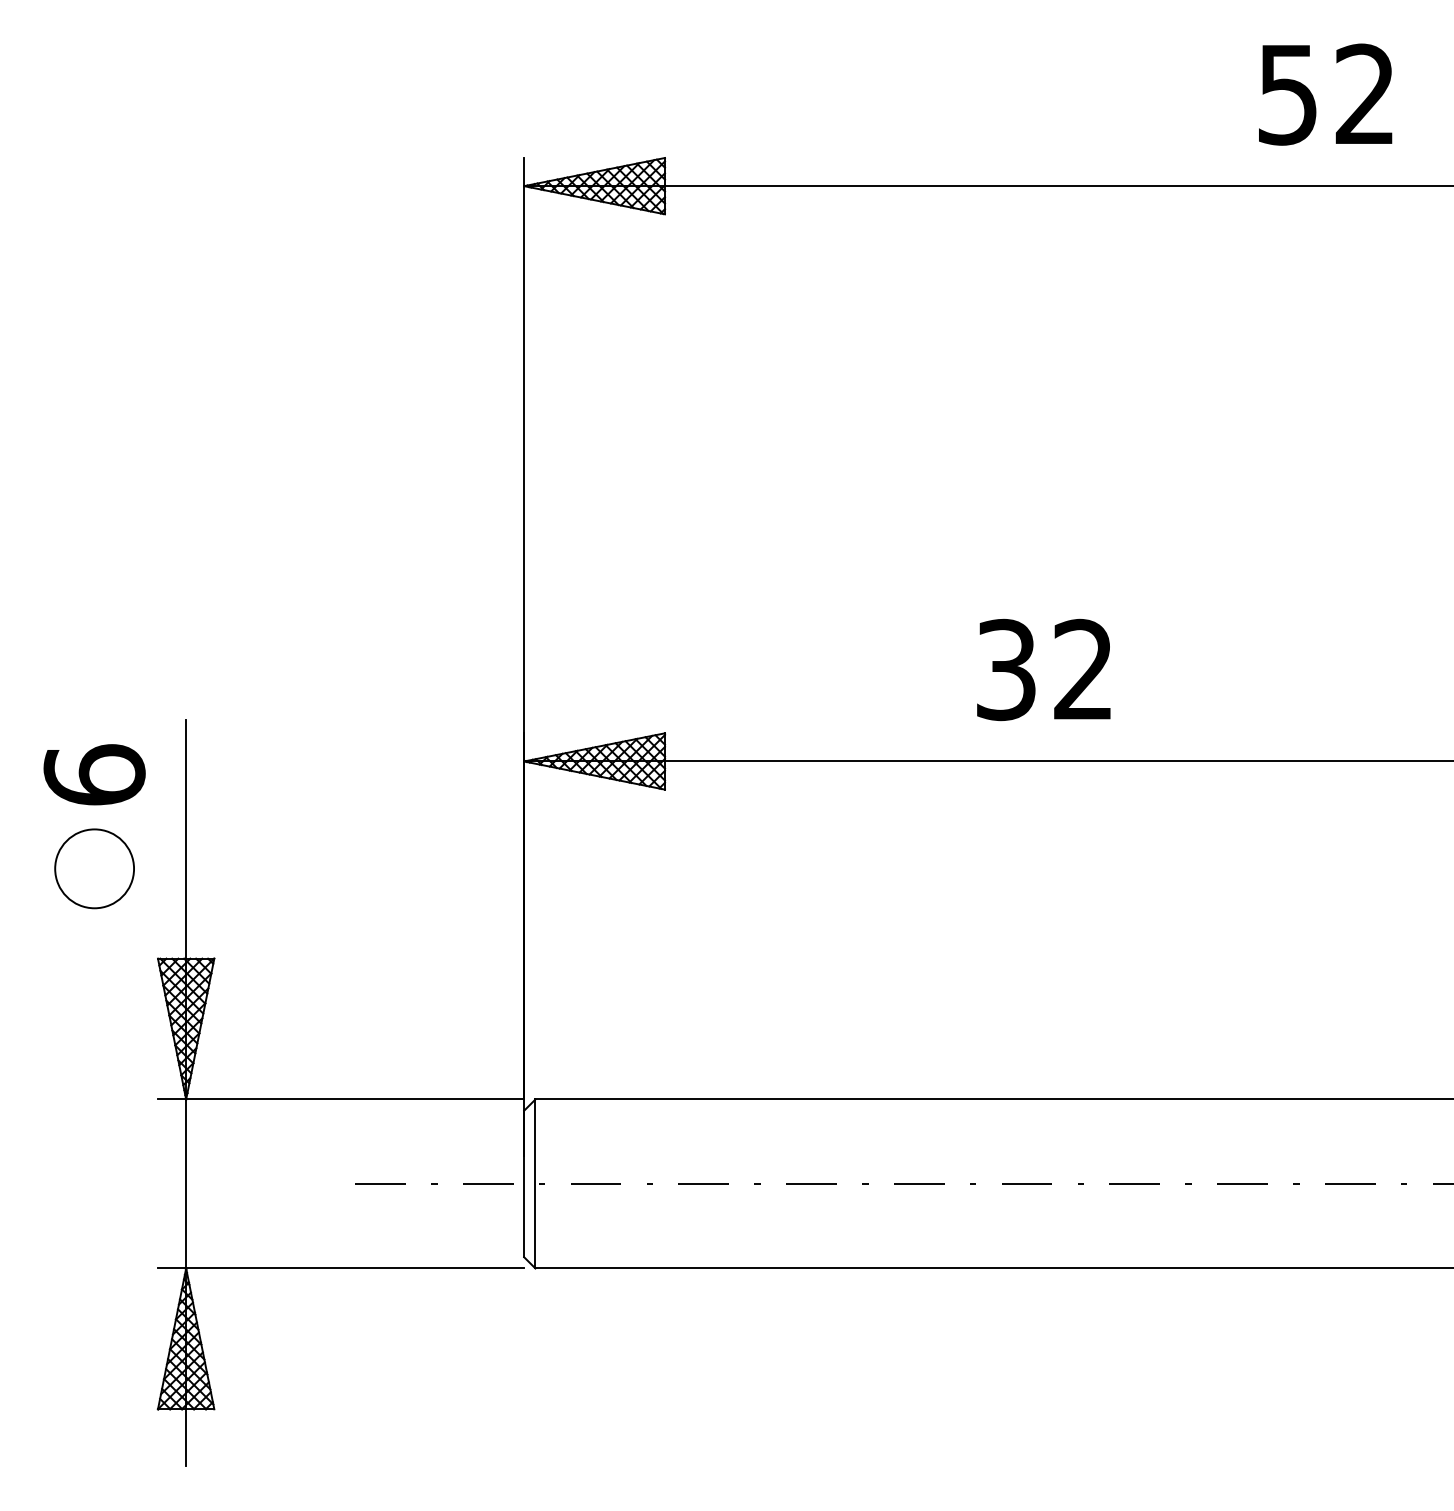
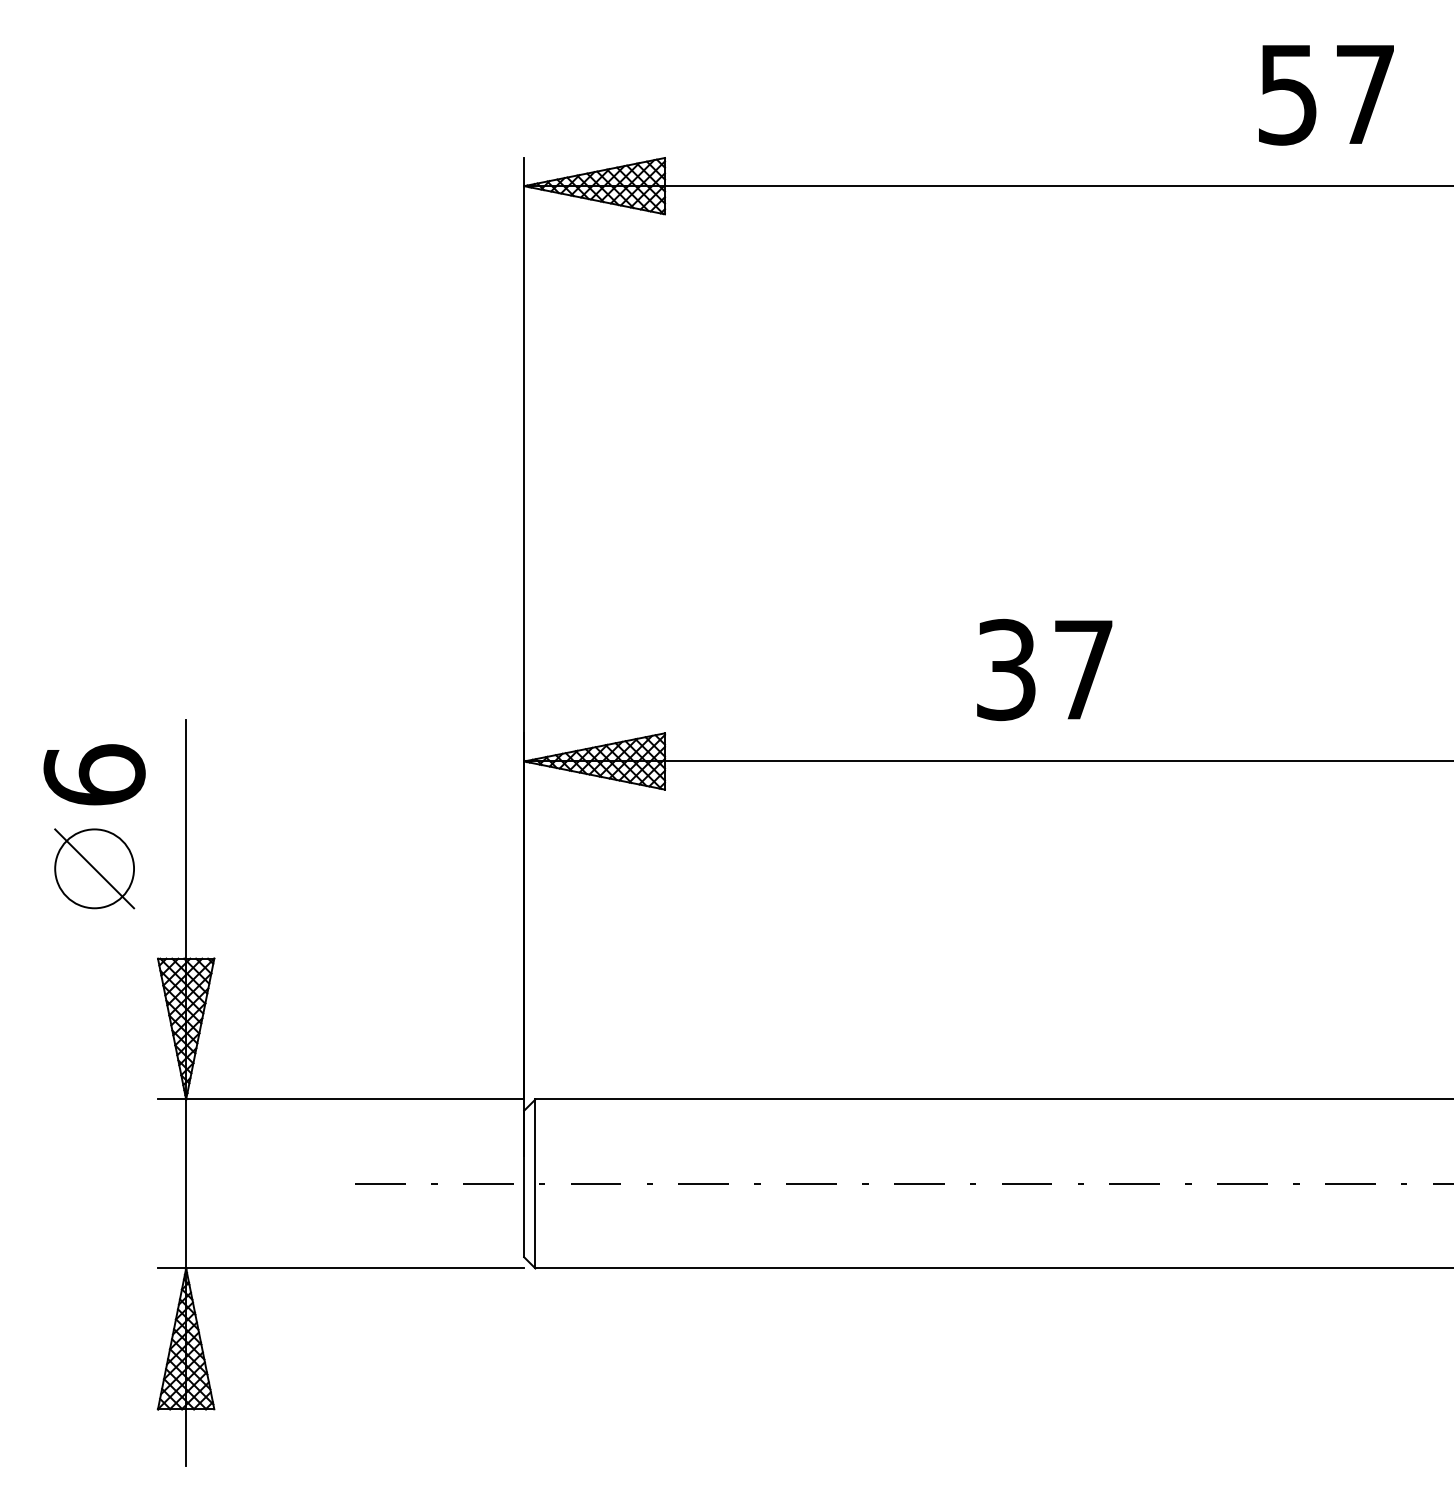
text at (1364, 93): 52 -> 57
text at (1083, 668): 32 -> 37
line at (94, 868): none -> present
